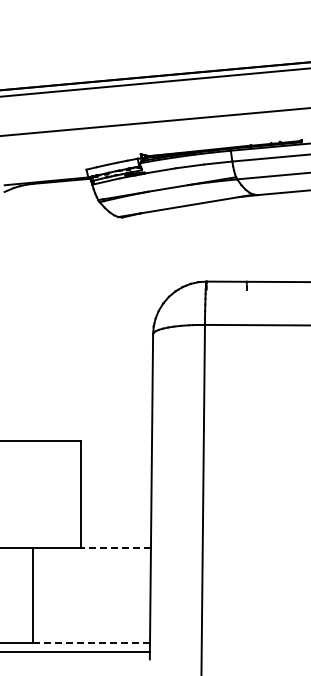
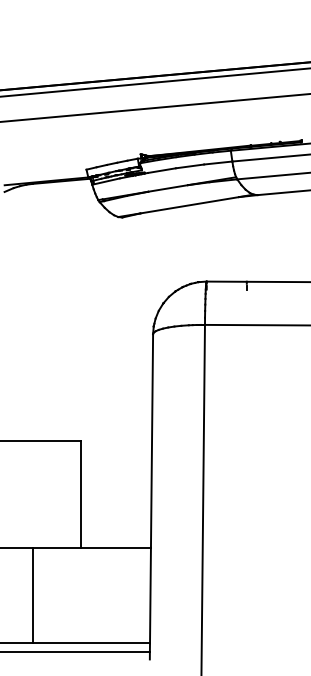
line at (154, 121) position: (154, 121) -> (154, 107)
line at (116, 547): dashed -> solid
line at (91, 643): dashed -> solid
